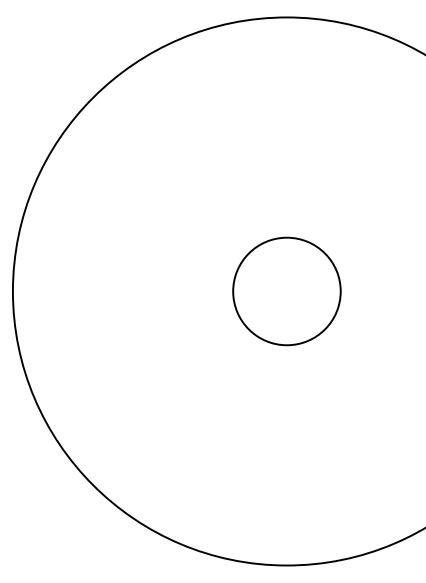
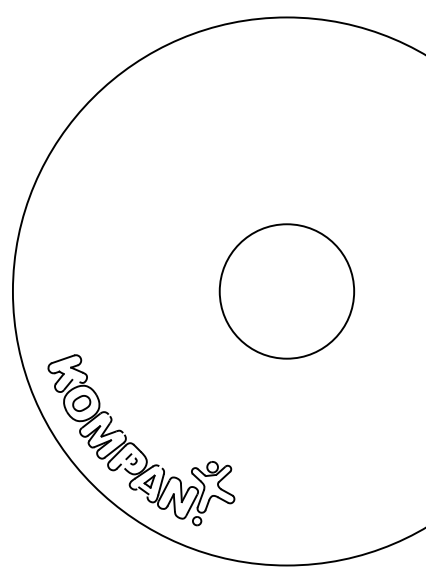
circle at (286, 291) diameter: 108 px -> 134 px
part at (134, 443): none -> present
